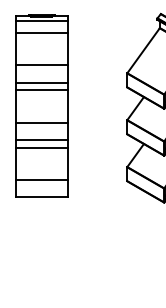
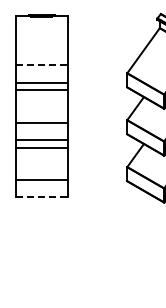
line at (41, 20): present -> none
line at (41, 32): present -> none
line at (42, 65): solid -> dashed
line at (42, 197): solid -> dashed
